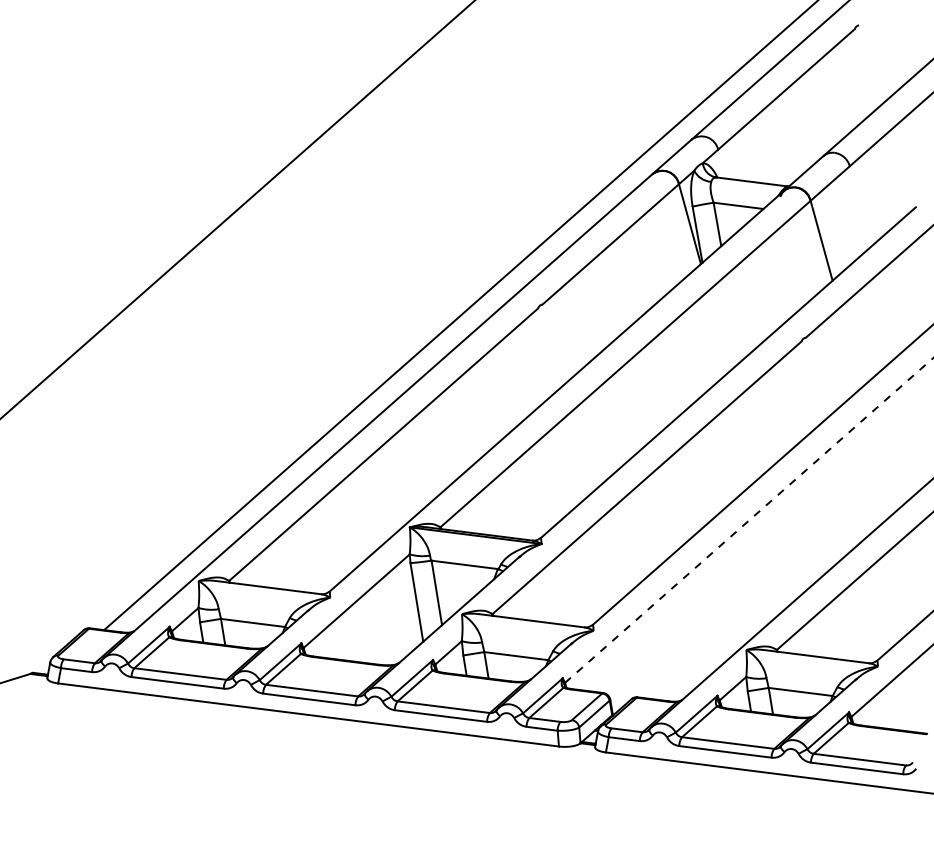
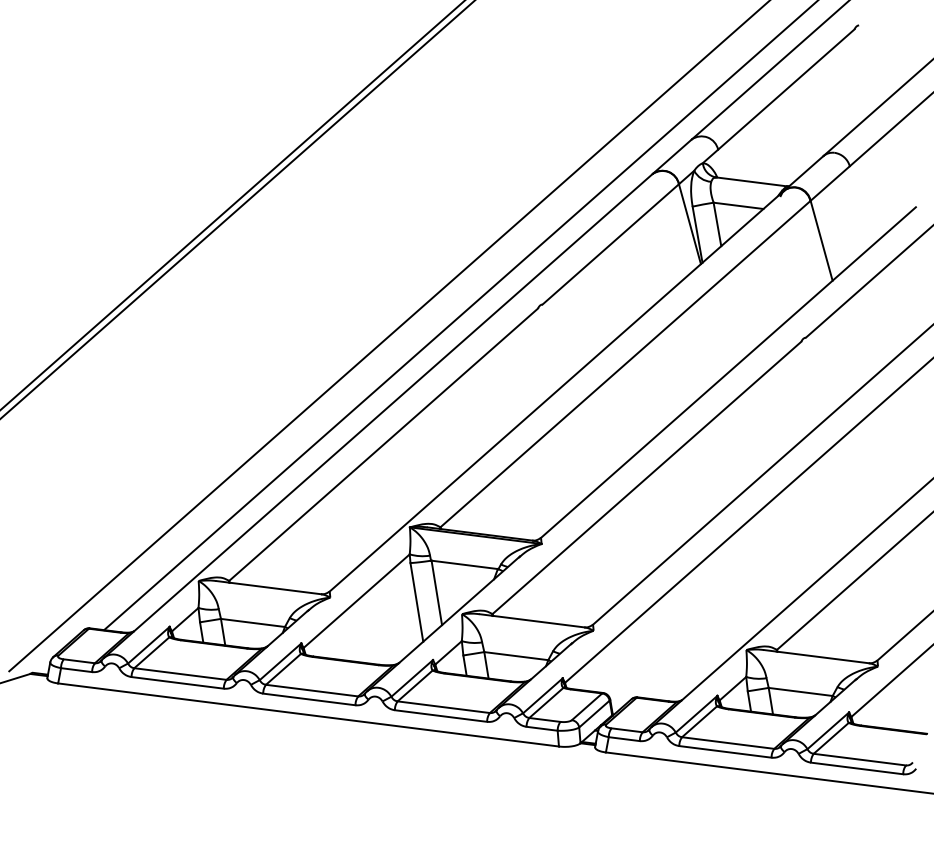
line at (232, 205): none -> present
line at (388, 336): none -> present
line at (749, 520): dashed -> solid
